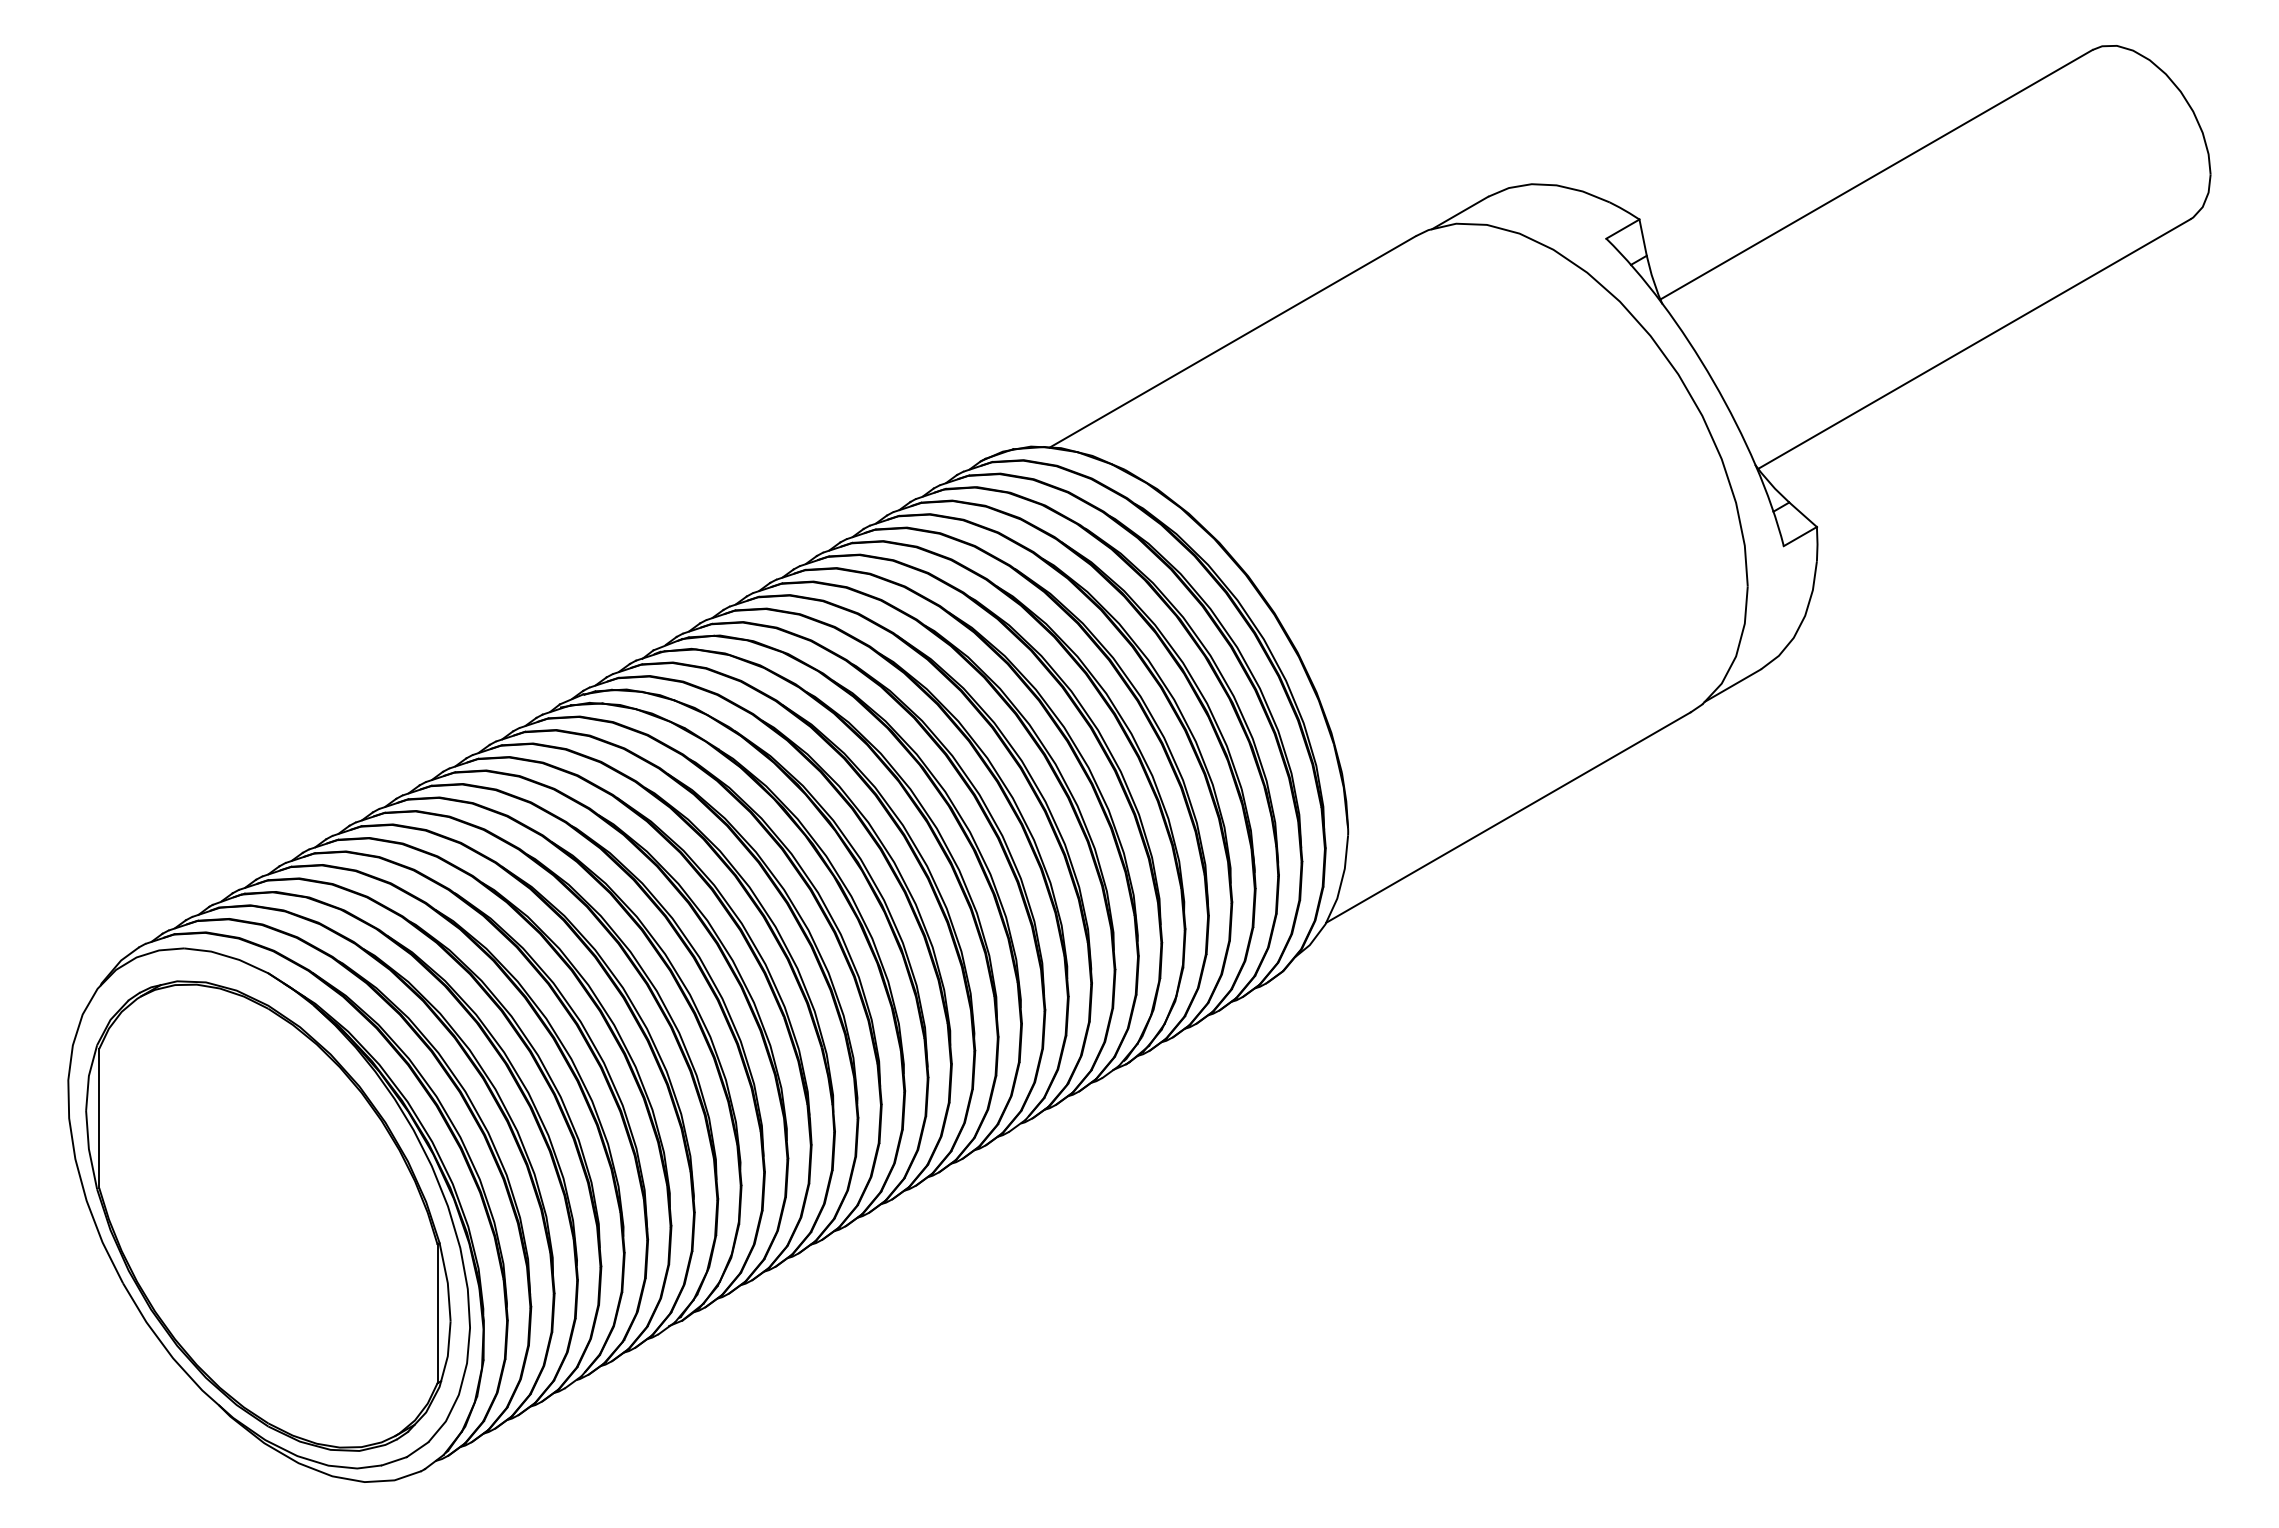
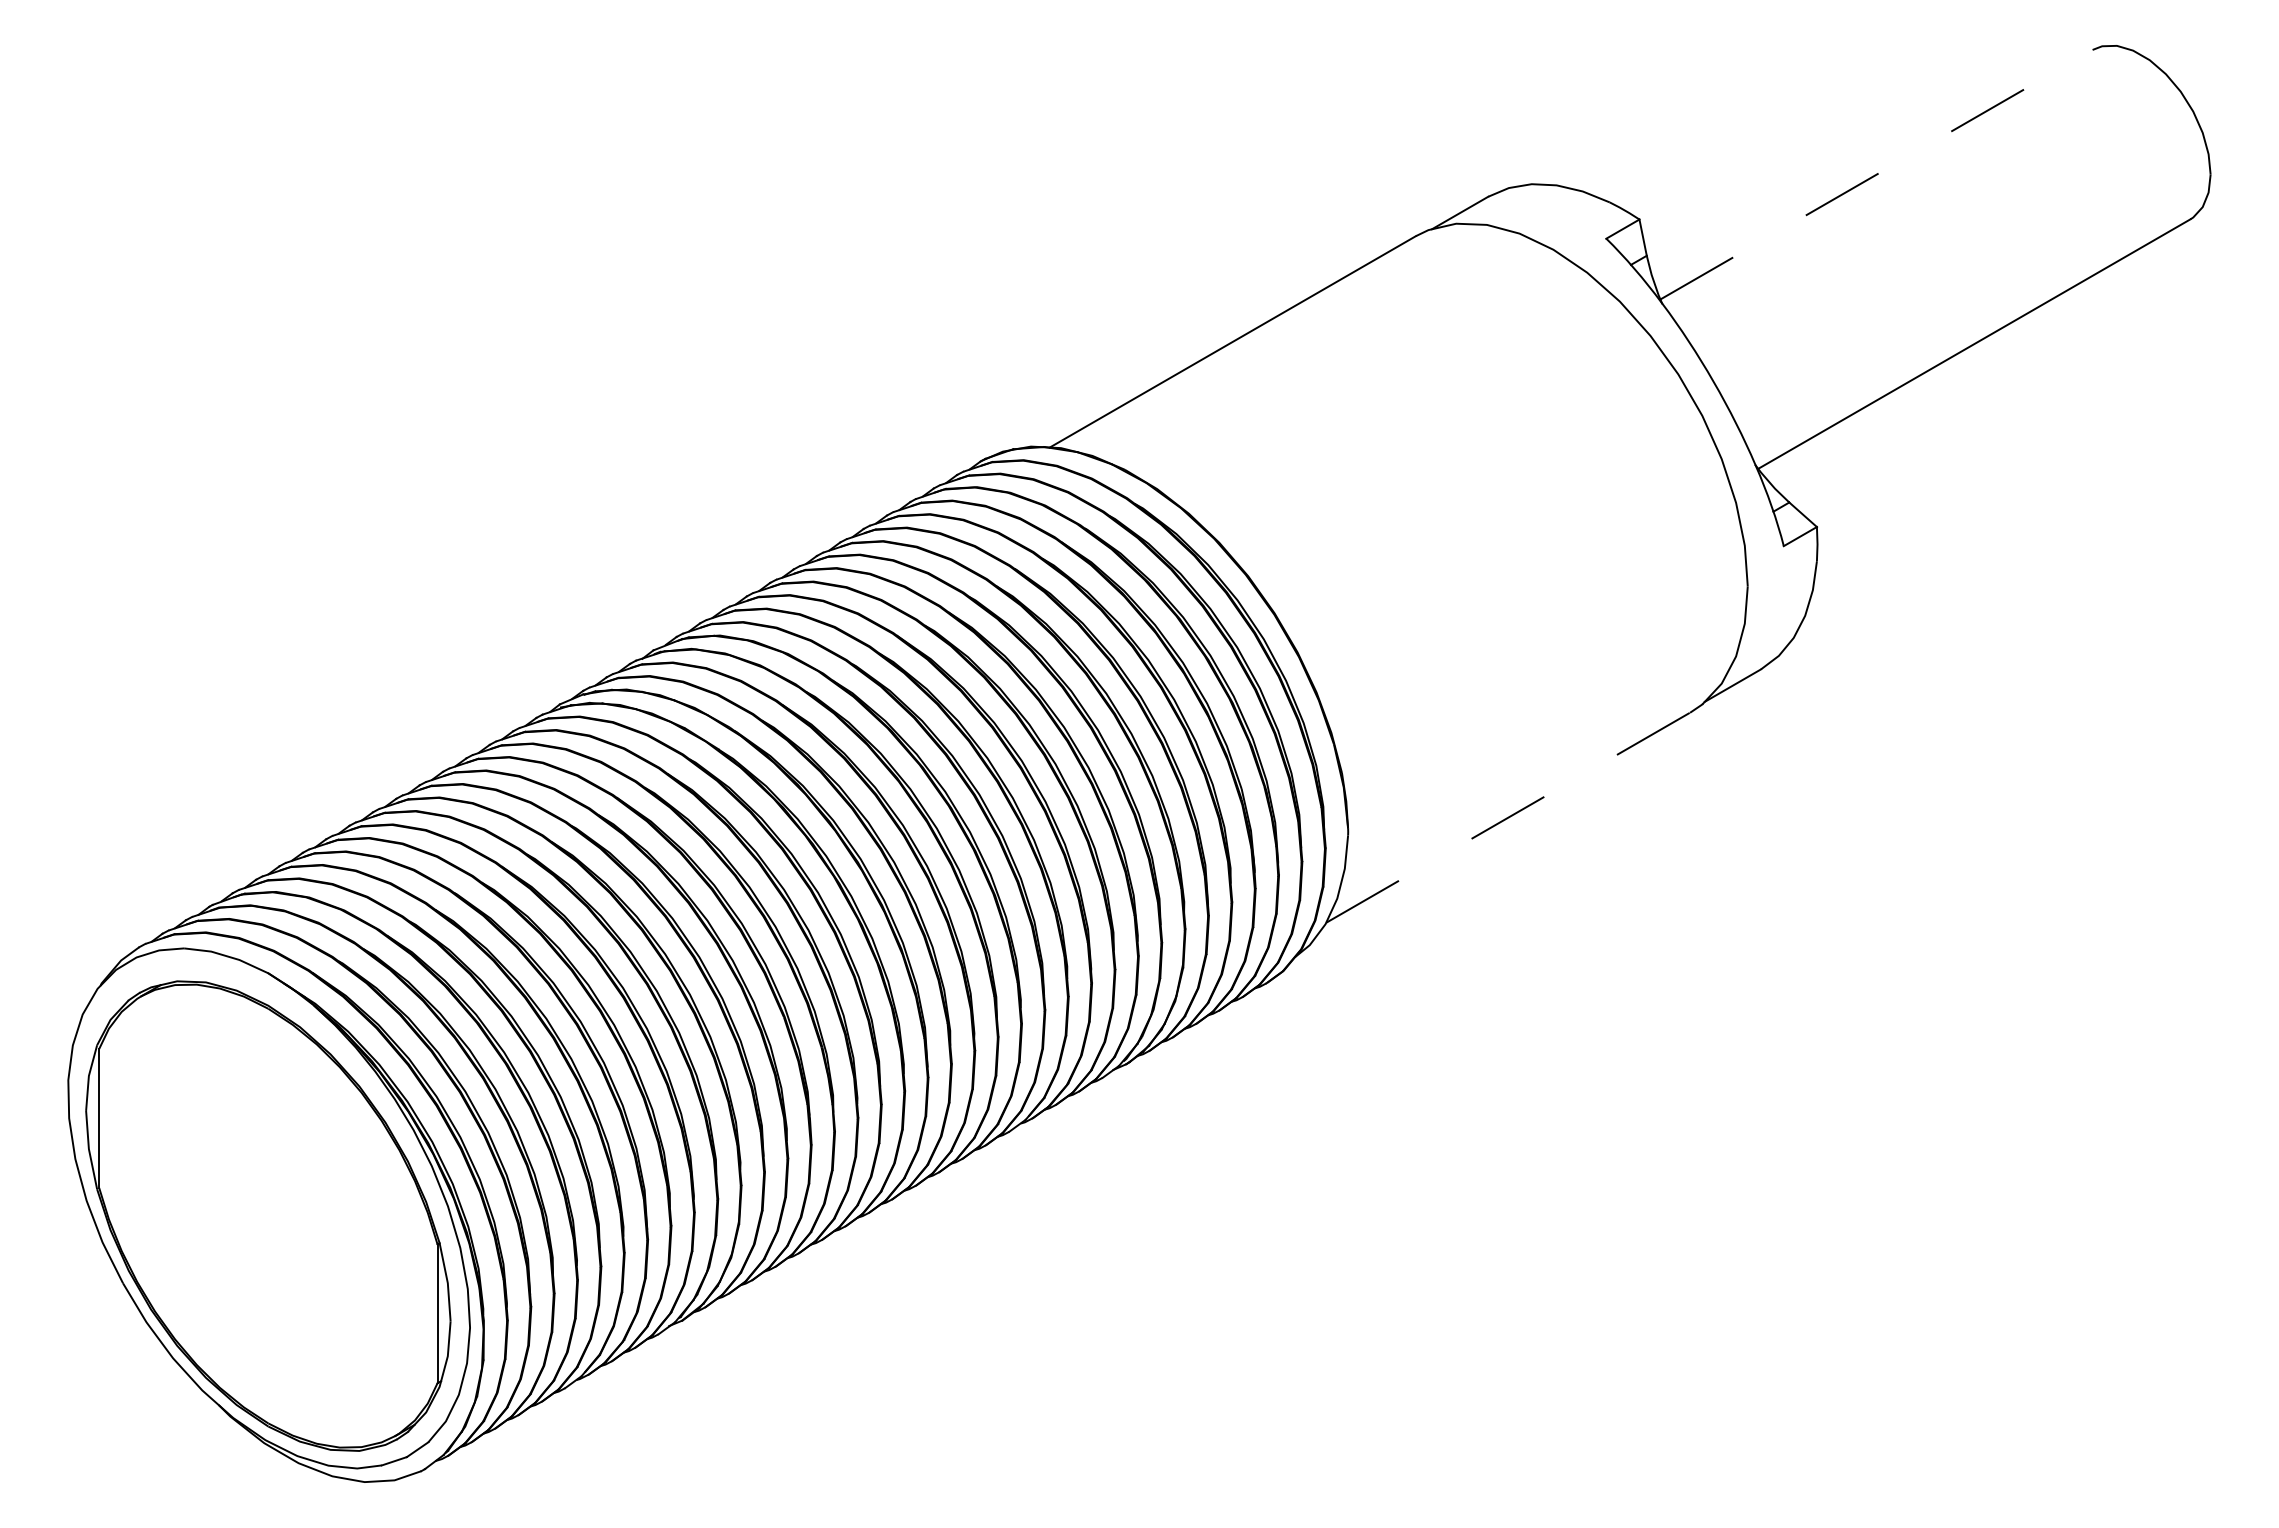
line at (1876, 174): solid -> dashed
line at (1508, 817): solid -> dashed
